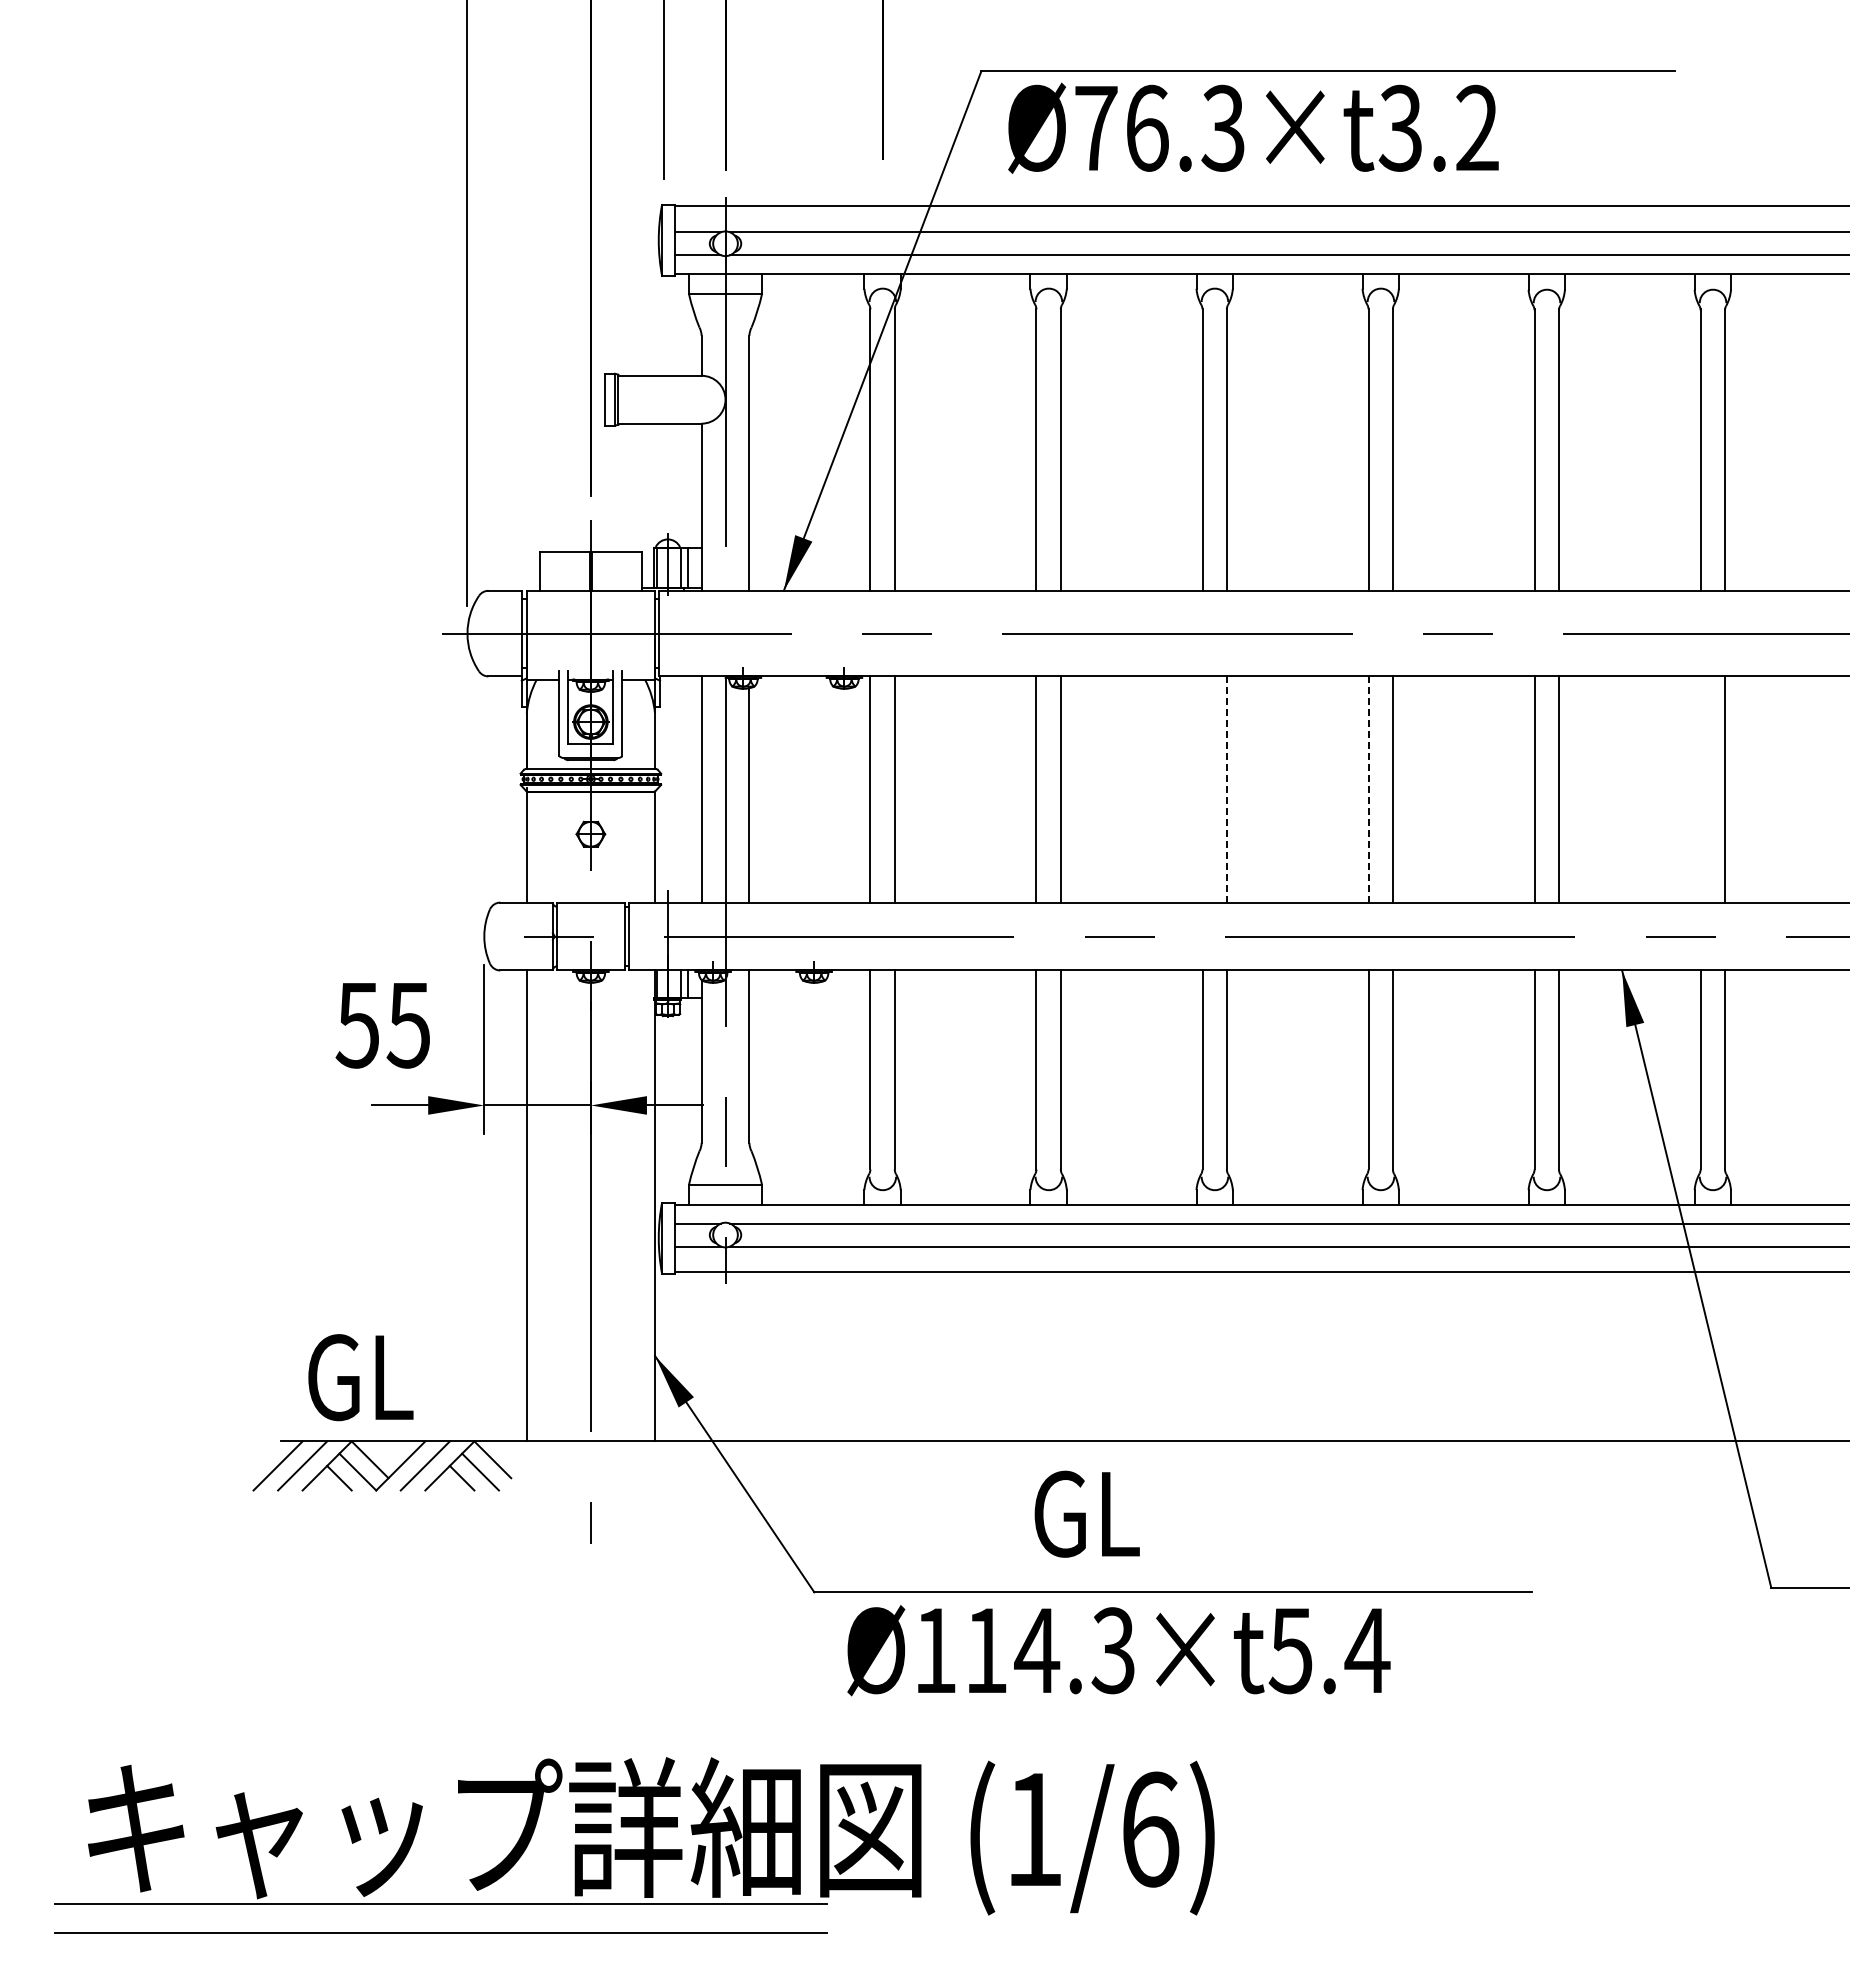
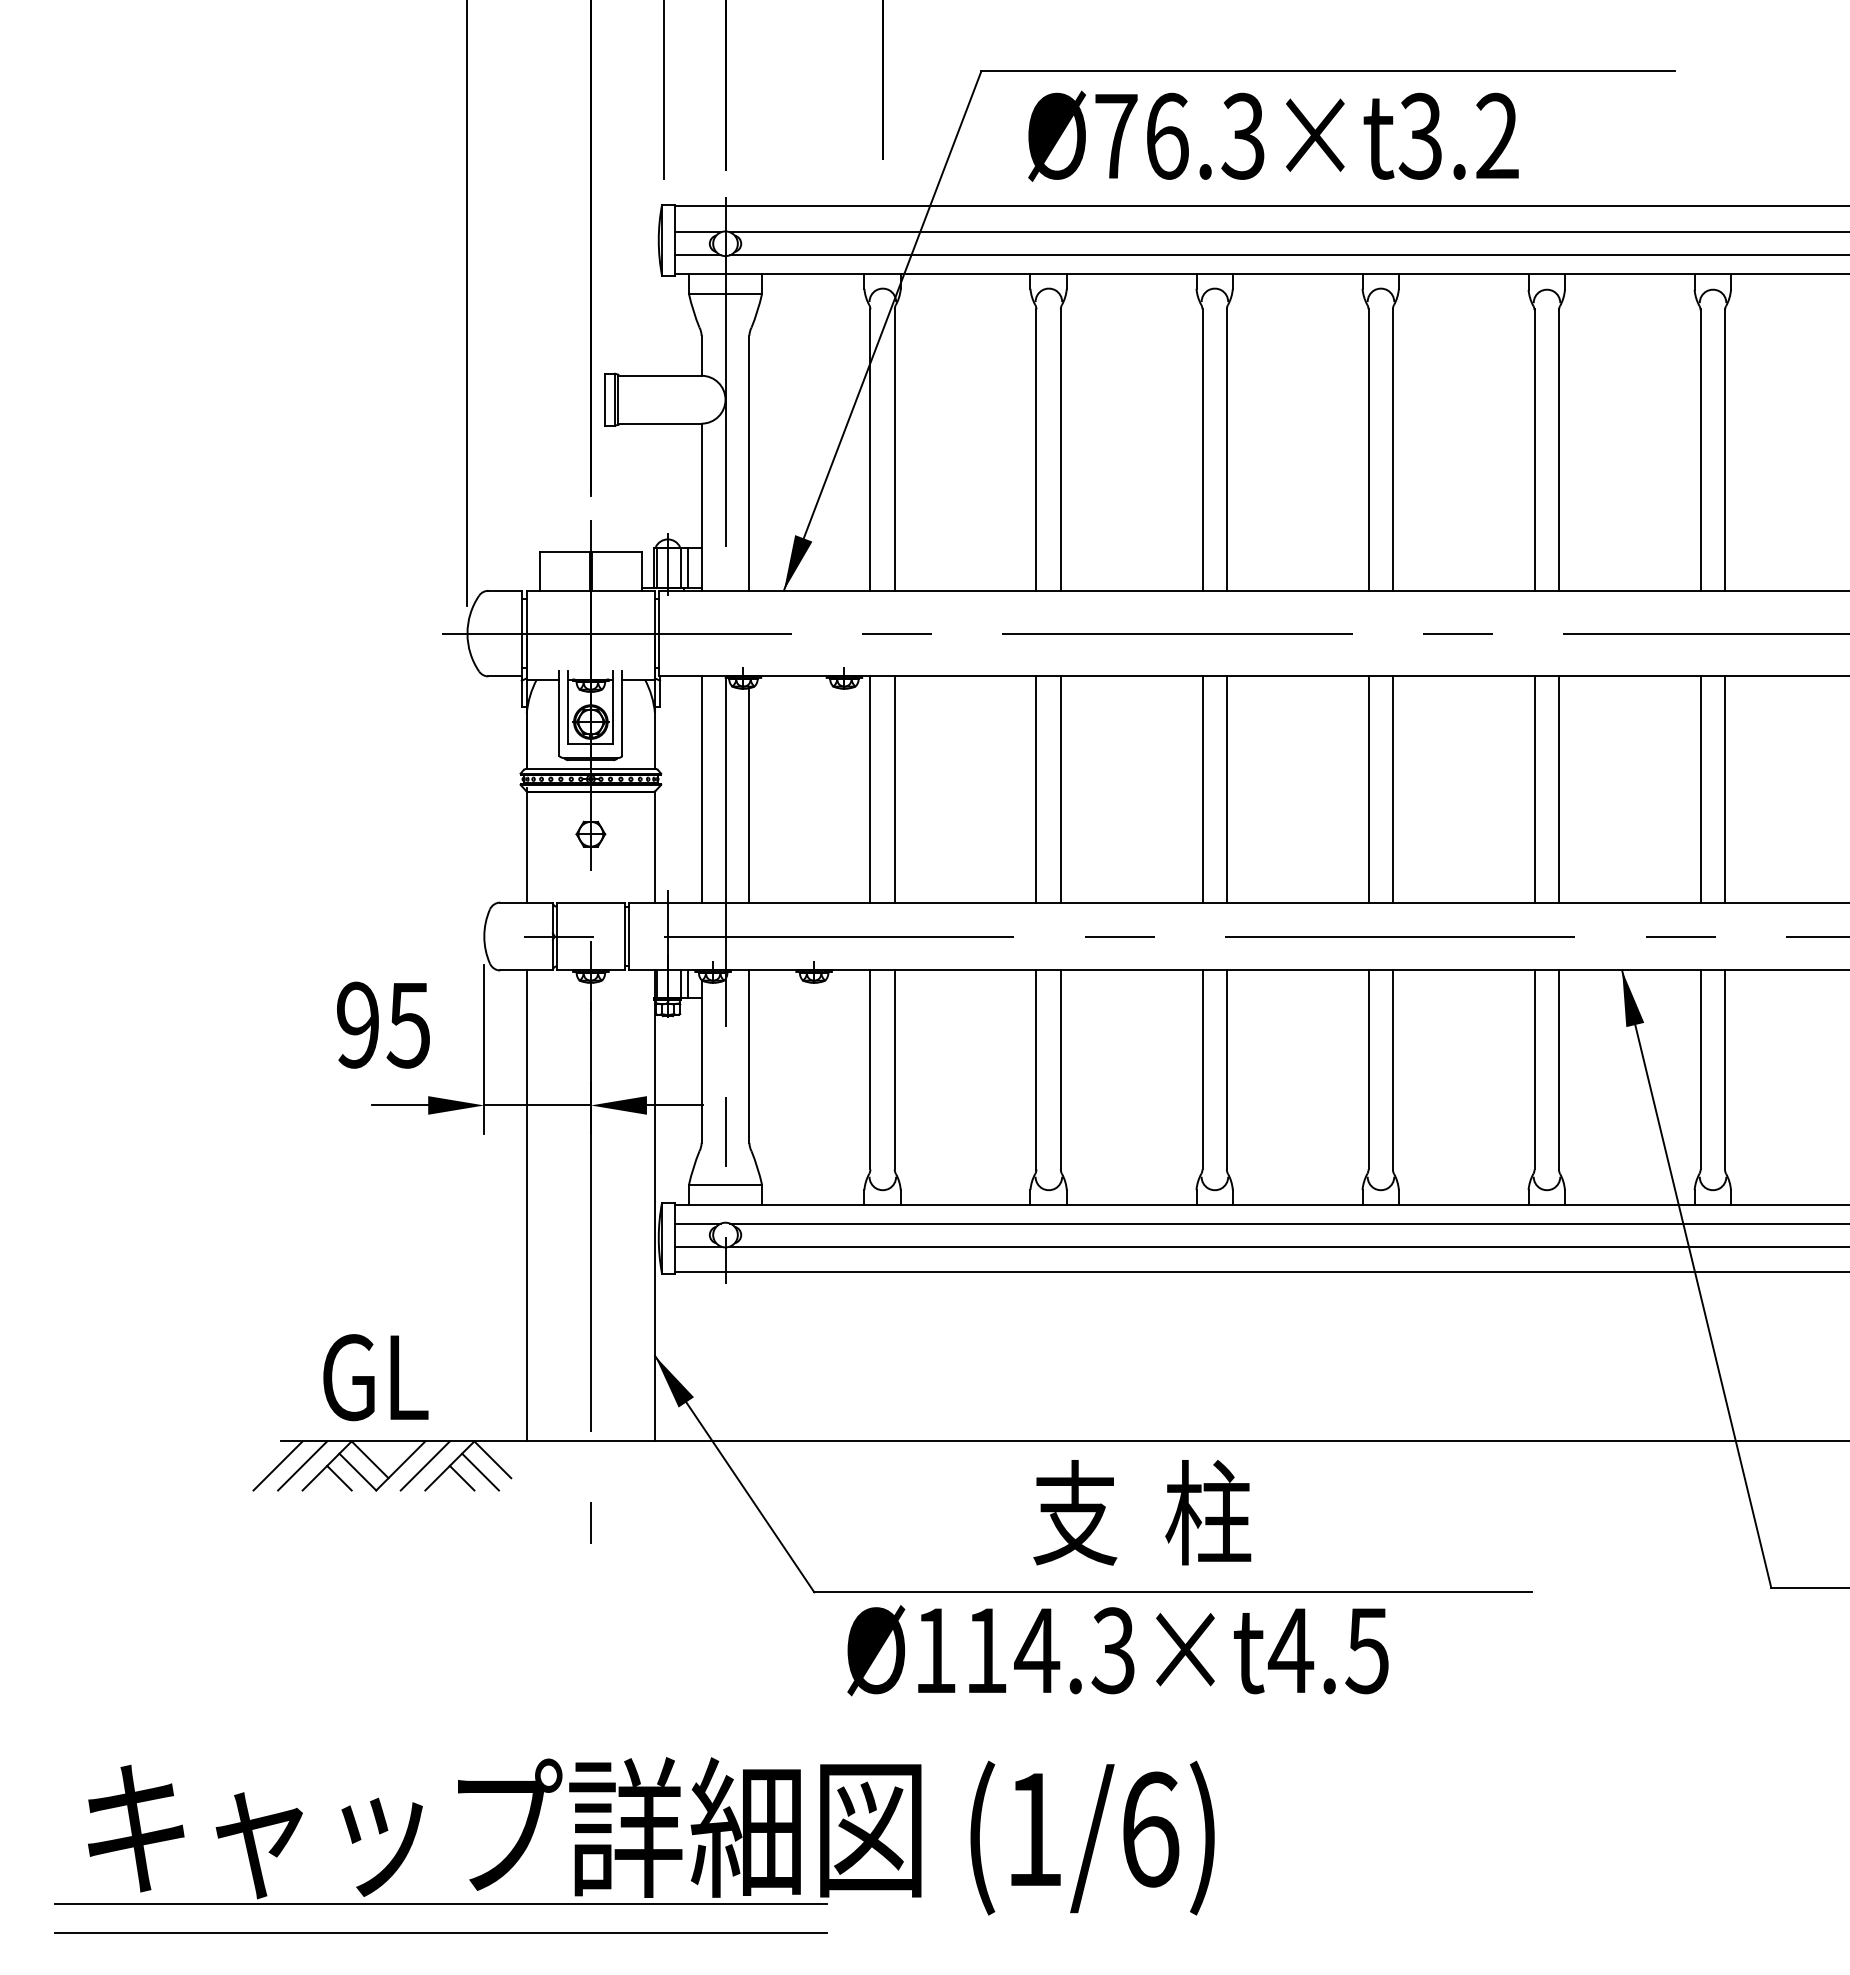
text at (1253, 127) position: (1253, 127) -> (1273, 135)
line at (1202, 789): none -> present
line at (1700, 789): none -> present
line at (1226, 790): dashed -> solid
line at (1368, 790): dashed -> solid
text at (356, 1024): 55 -> 95
text at (360, 1377) position: (360, 1377) -> (375, 1377)
text at (1142, 1512): GL -> 支  柱
text at (1328, 1651): Ø114.3×t5.4 -> Ø114.3×t4.5
